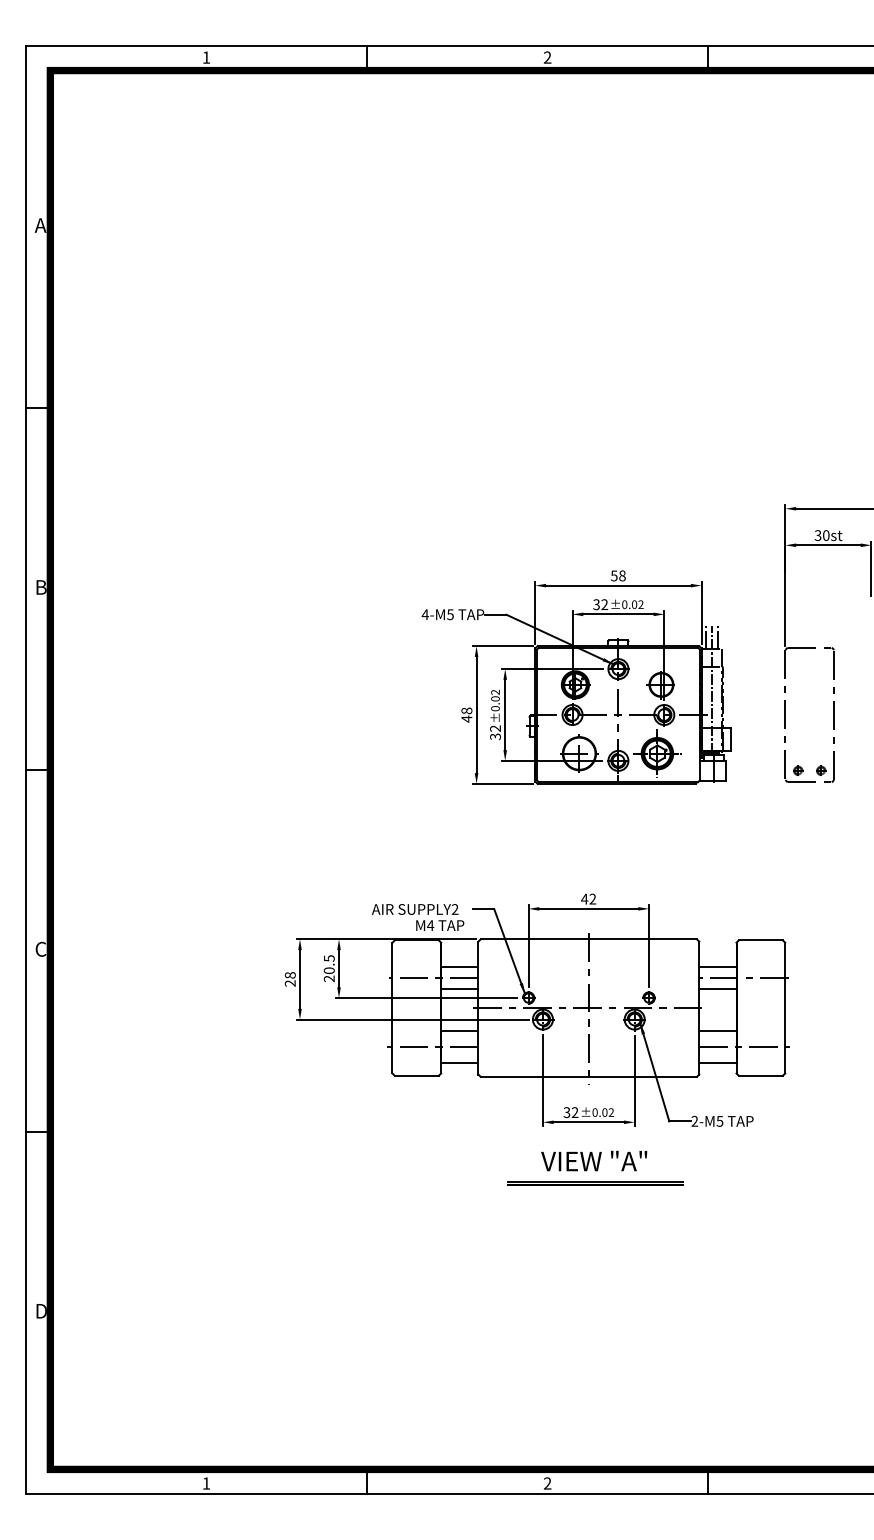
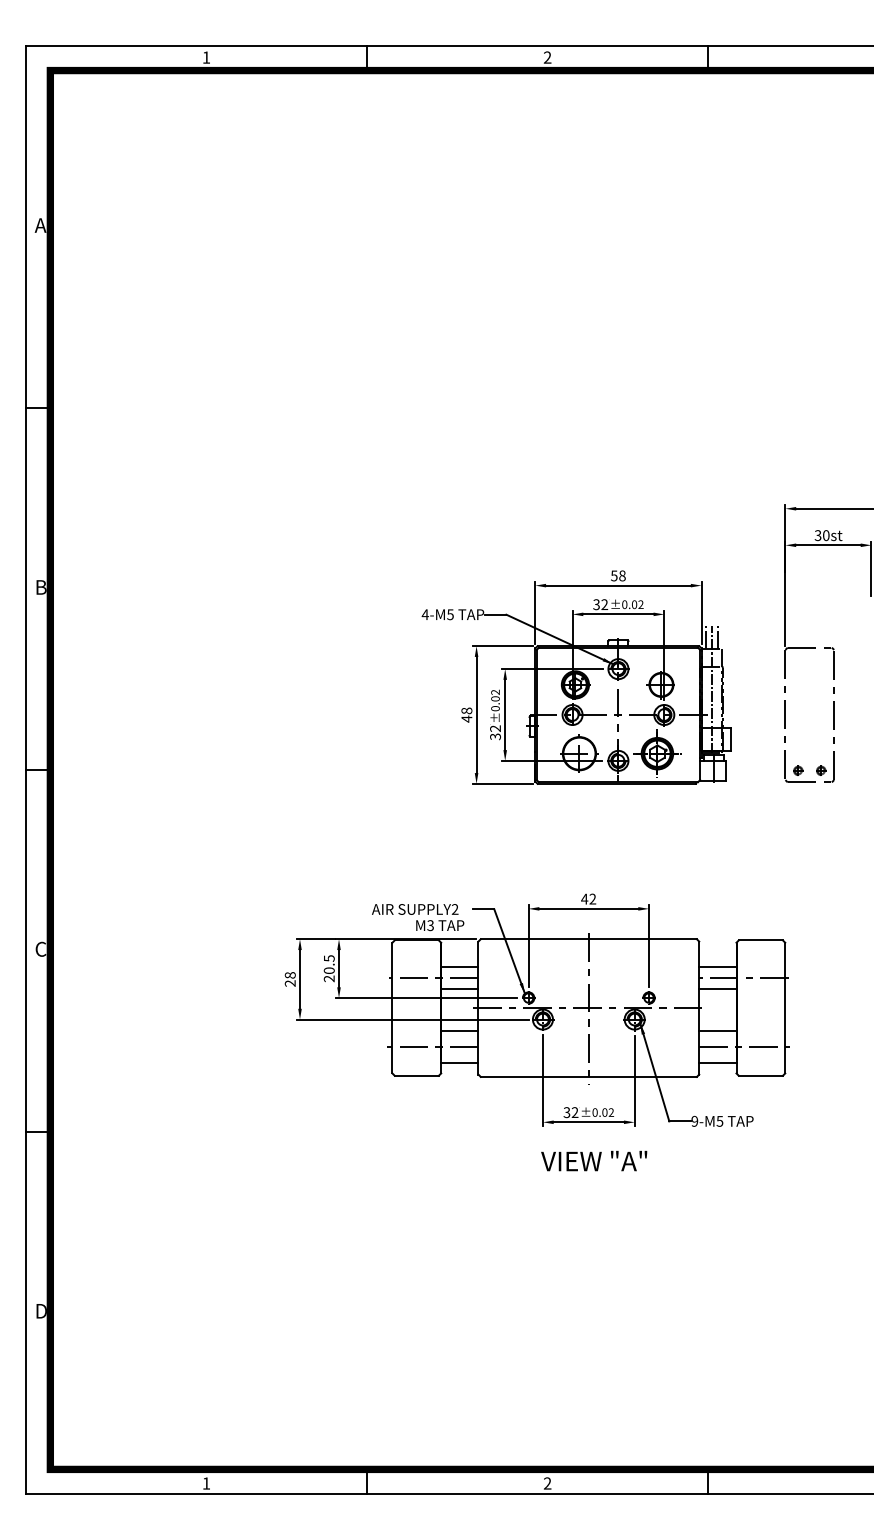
text at (430, 925): M4 -> M3
text at (694, 1121): 2-M5 -> 9-M5
line at (595, 1182): present -> none
